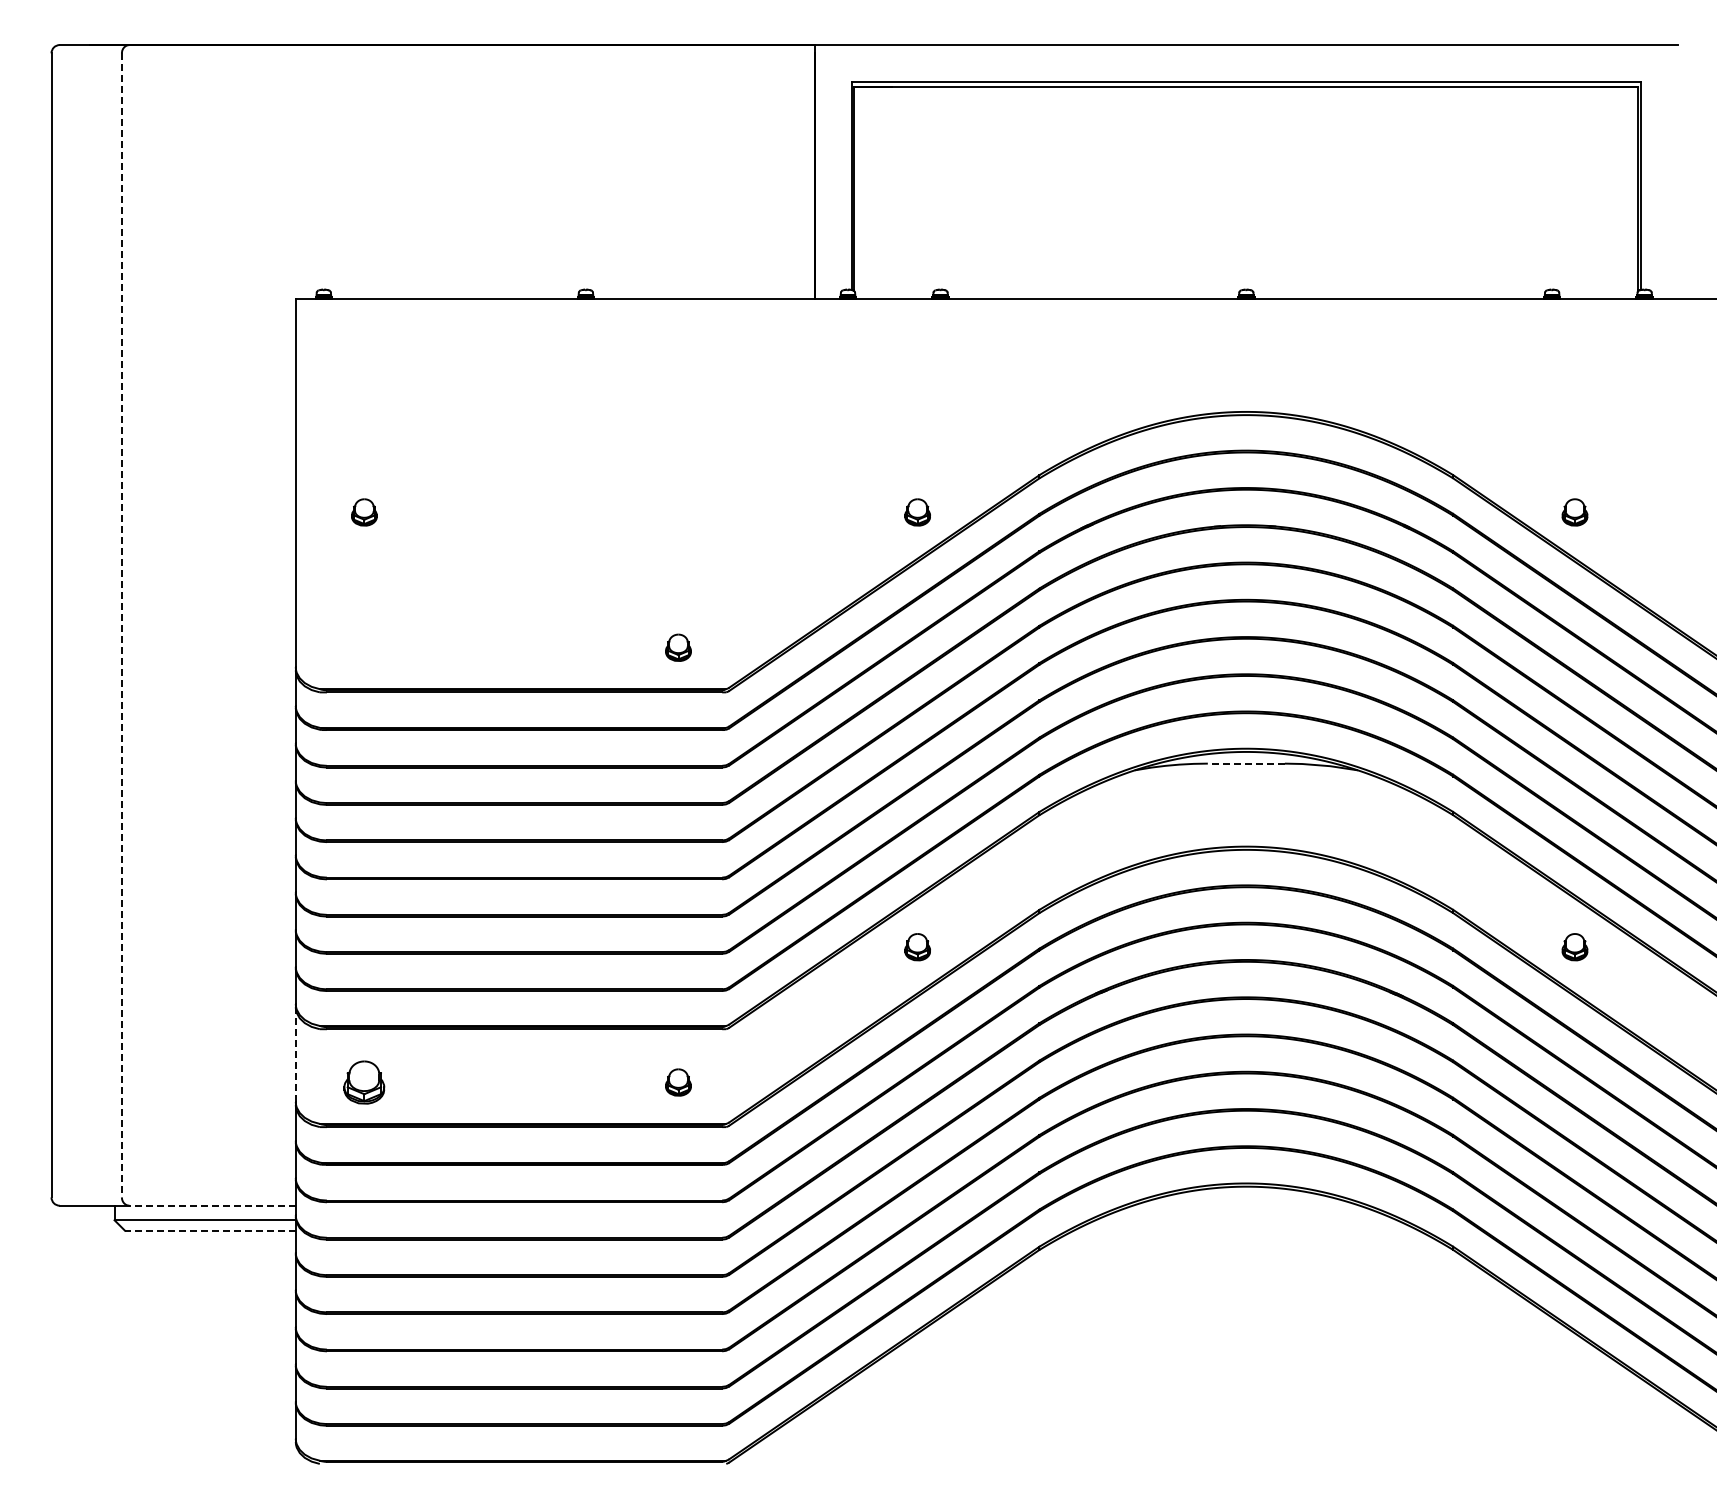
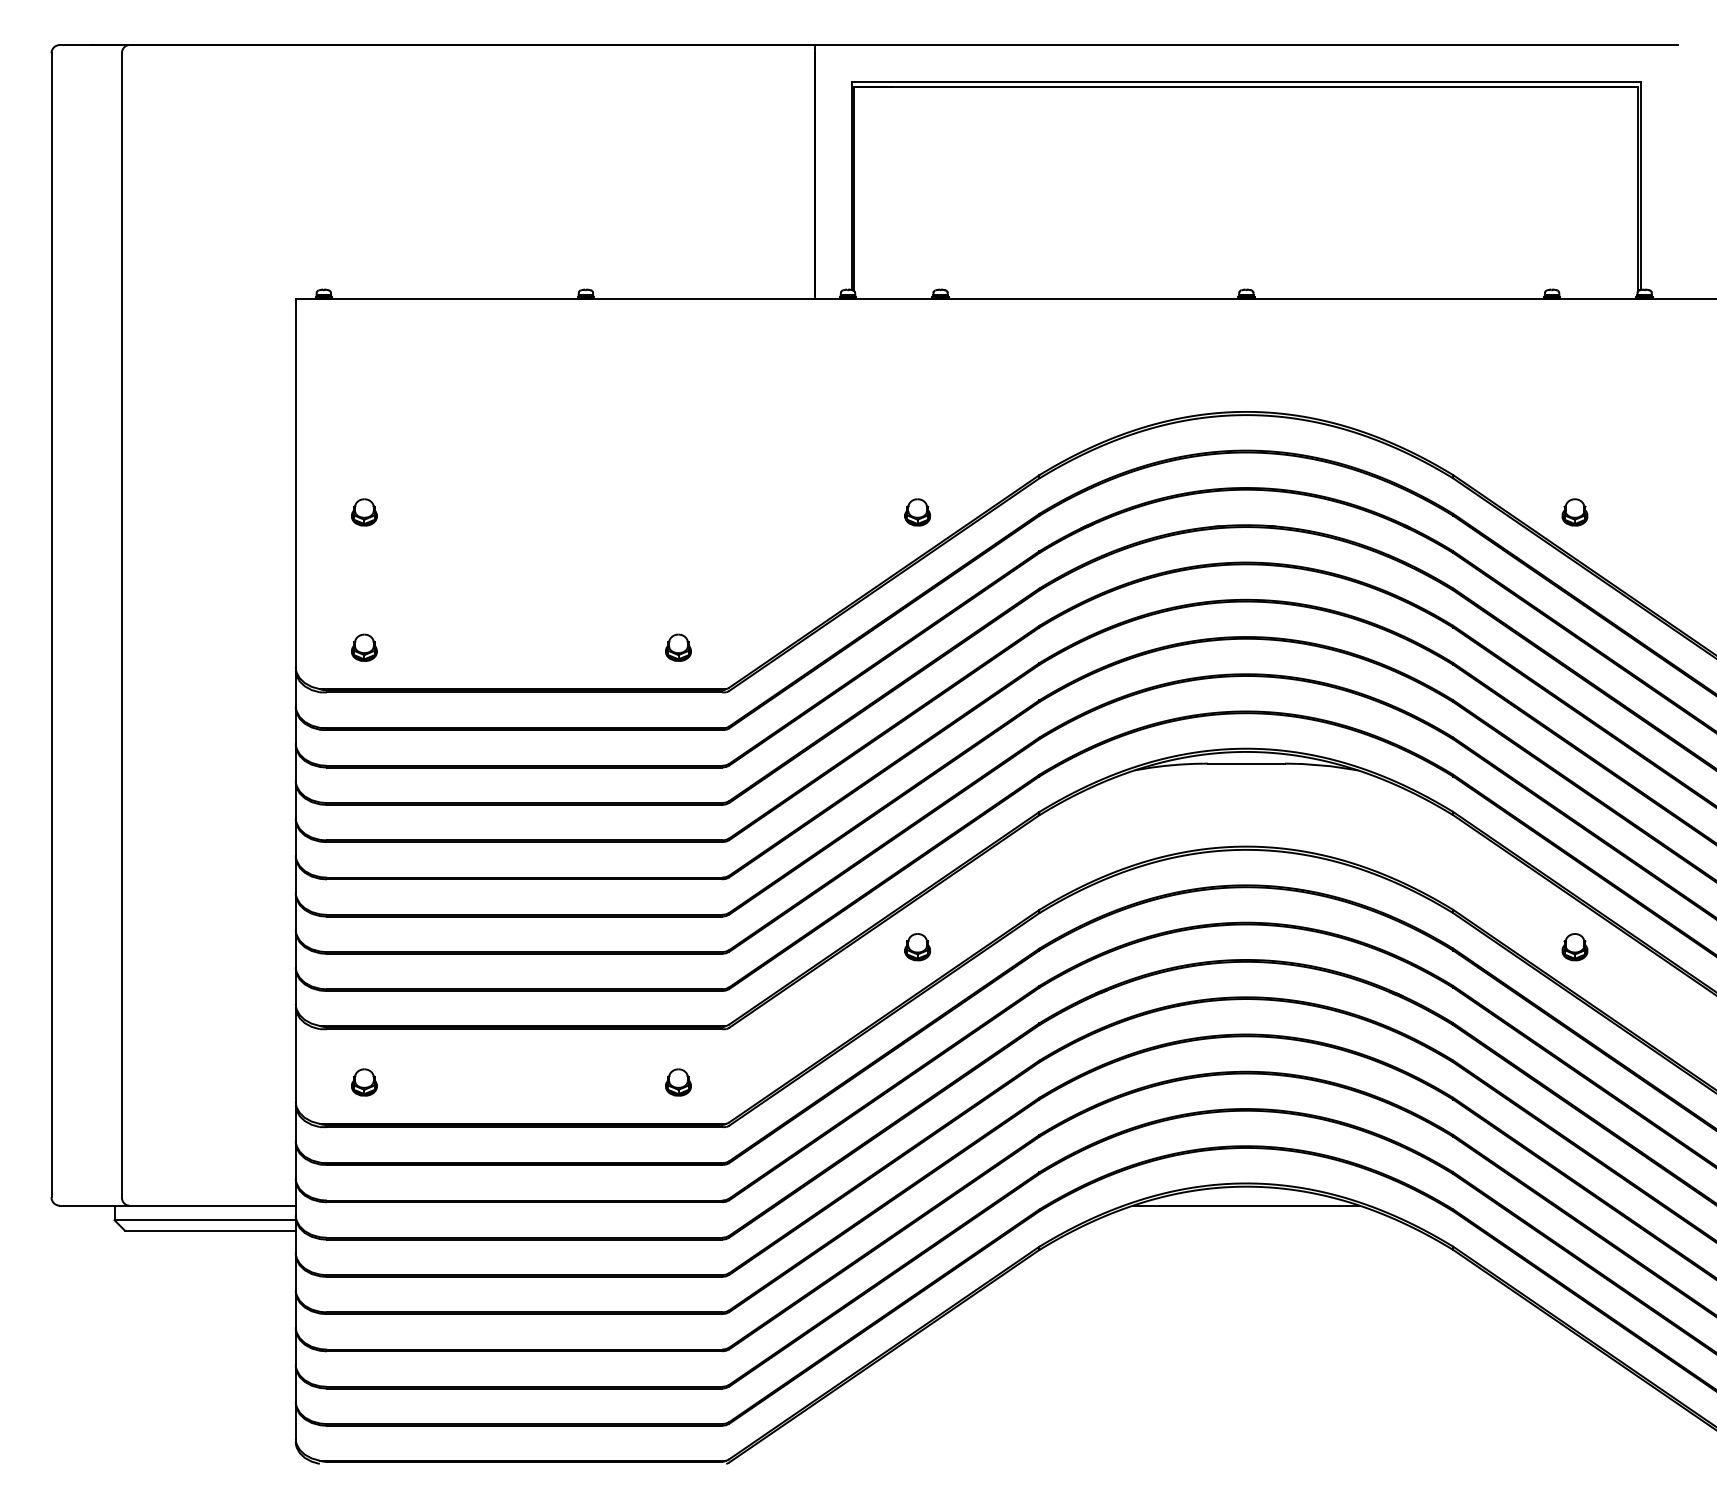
line at (121, 625): dashed -> solid
part at (364, 647): none -> present
line at (1246, 763): dashed -> solid
line at (295, 1055): dashed -> solid
part at (364, 1082) size: 43x45 px -> 27x29 px
line at (212, 1205): dashed -> solid
line at (1245, 1205): none -> present
line at (209, 1230): dashed -> solid
